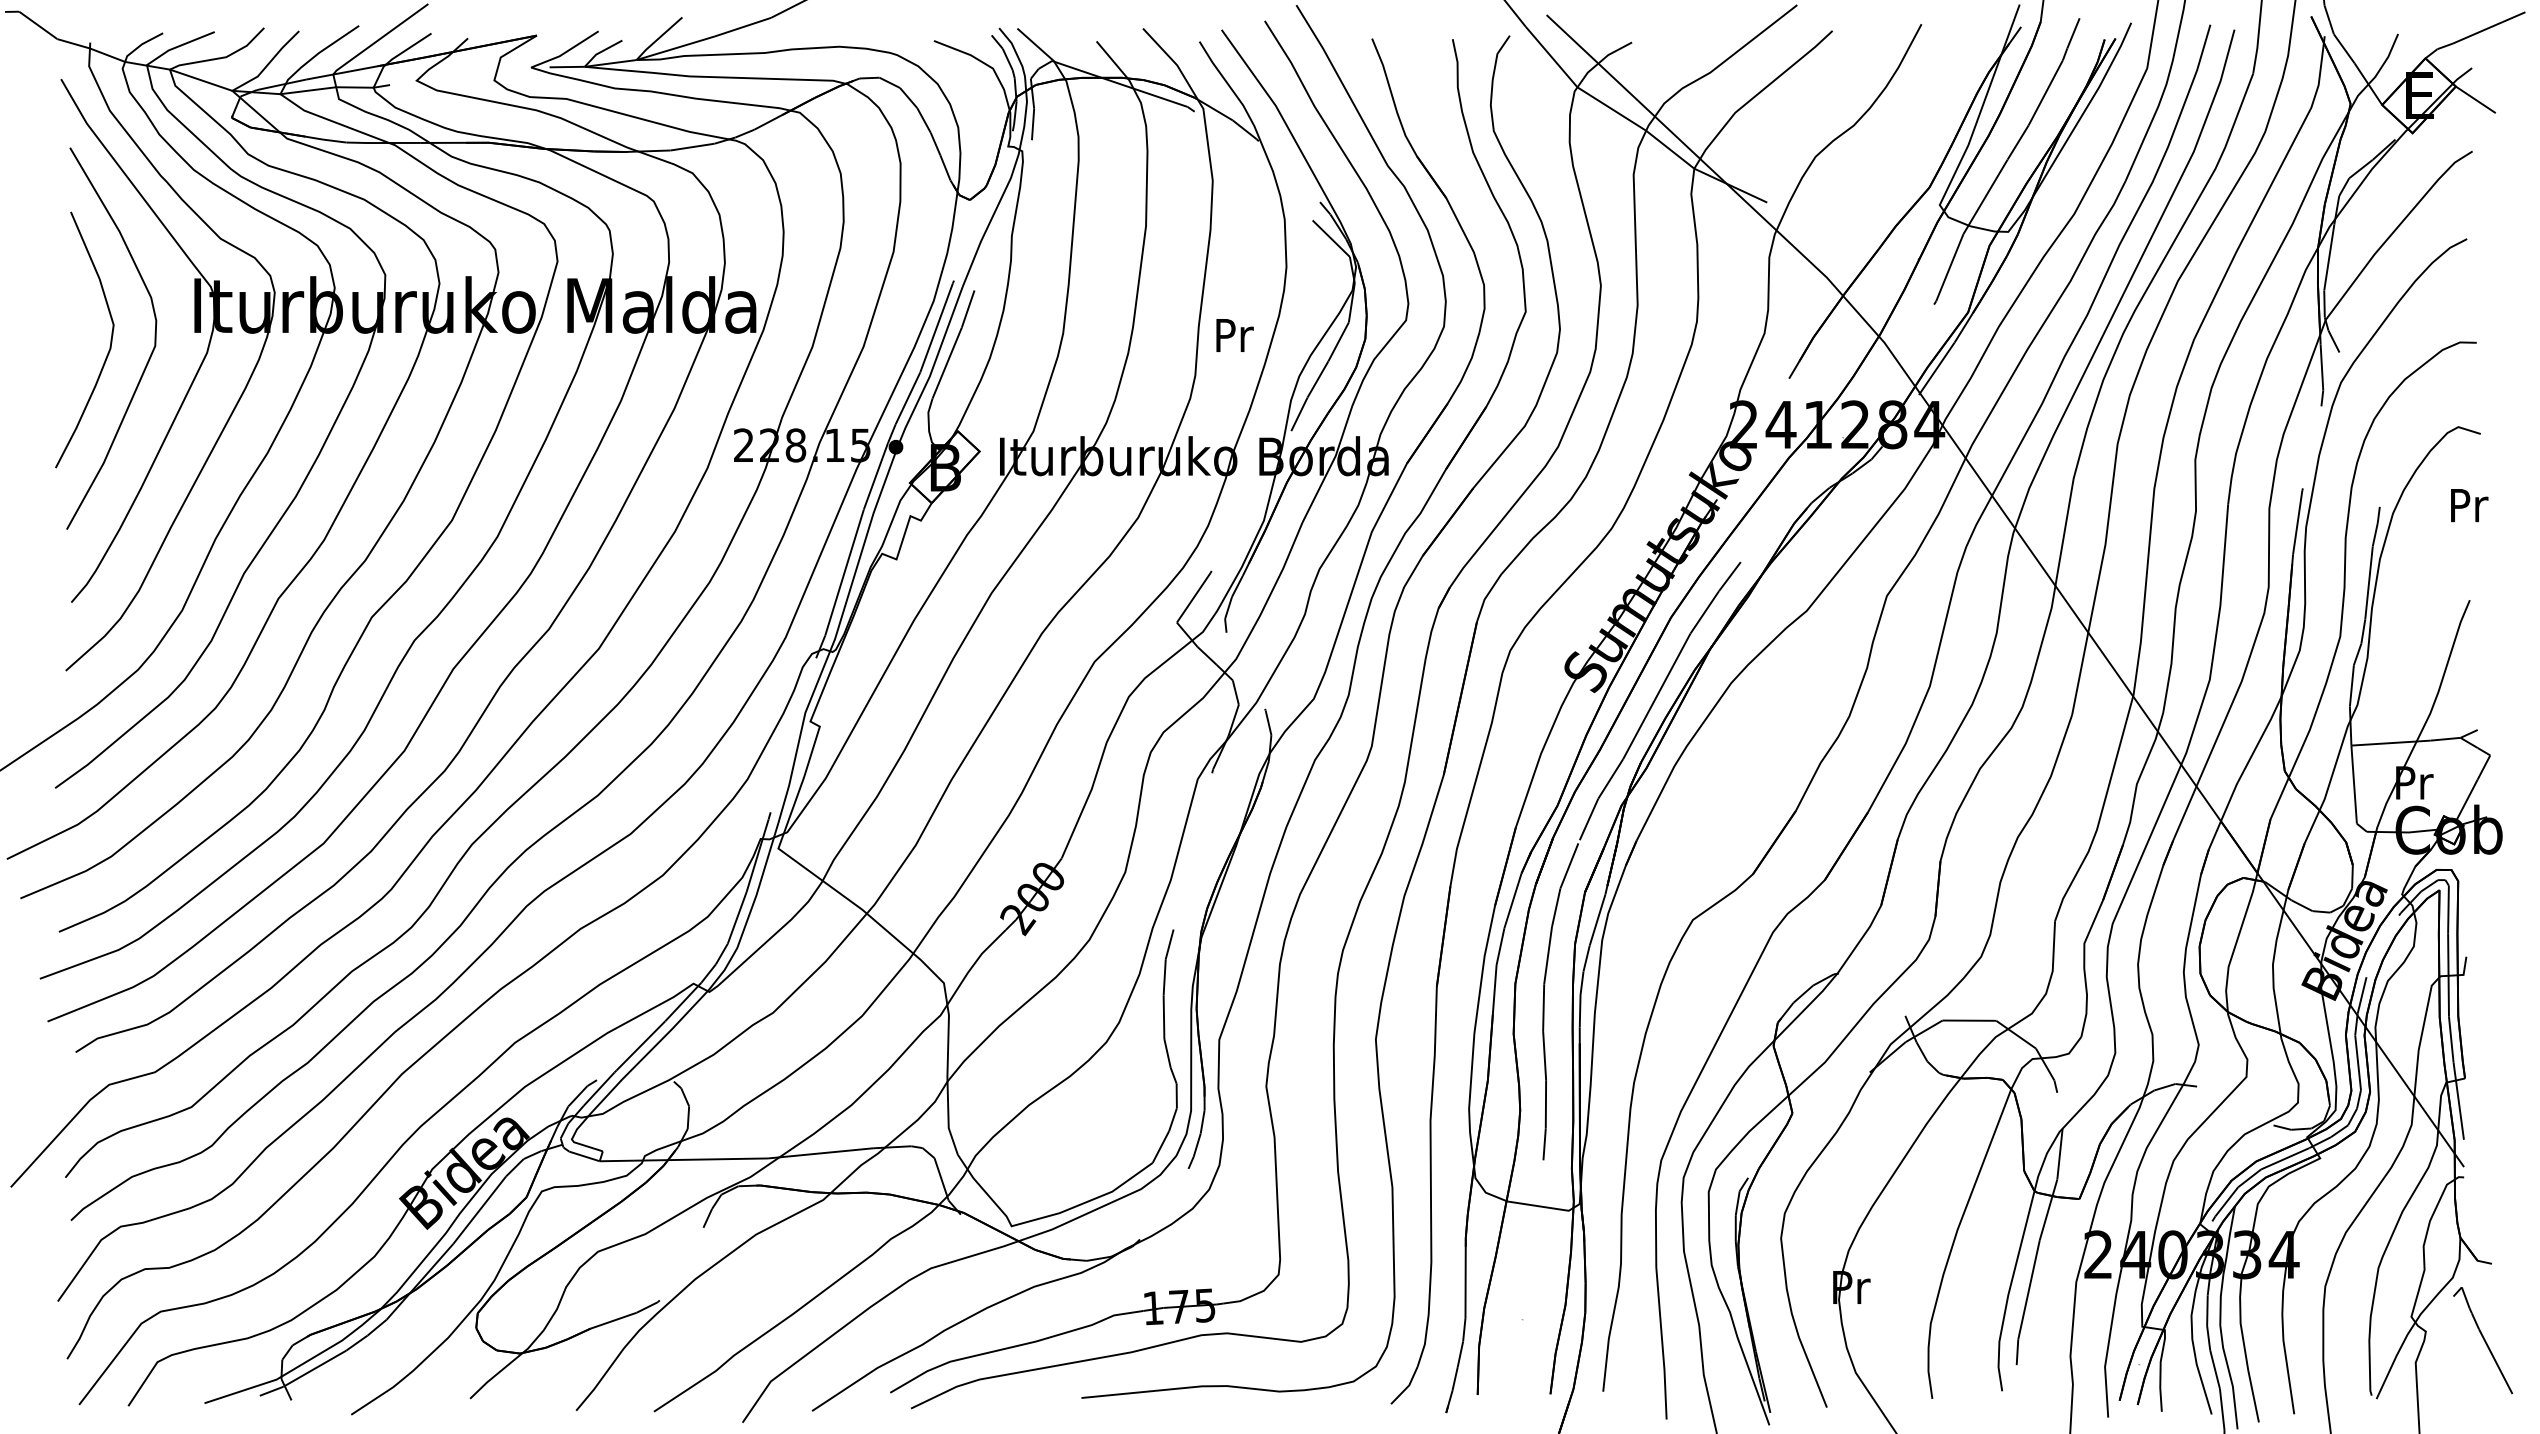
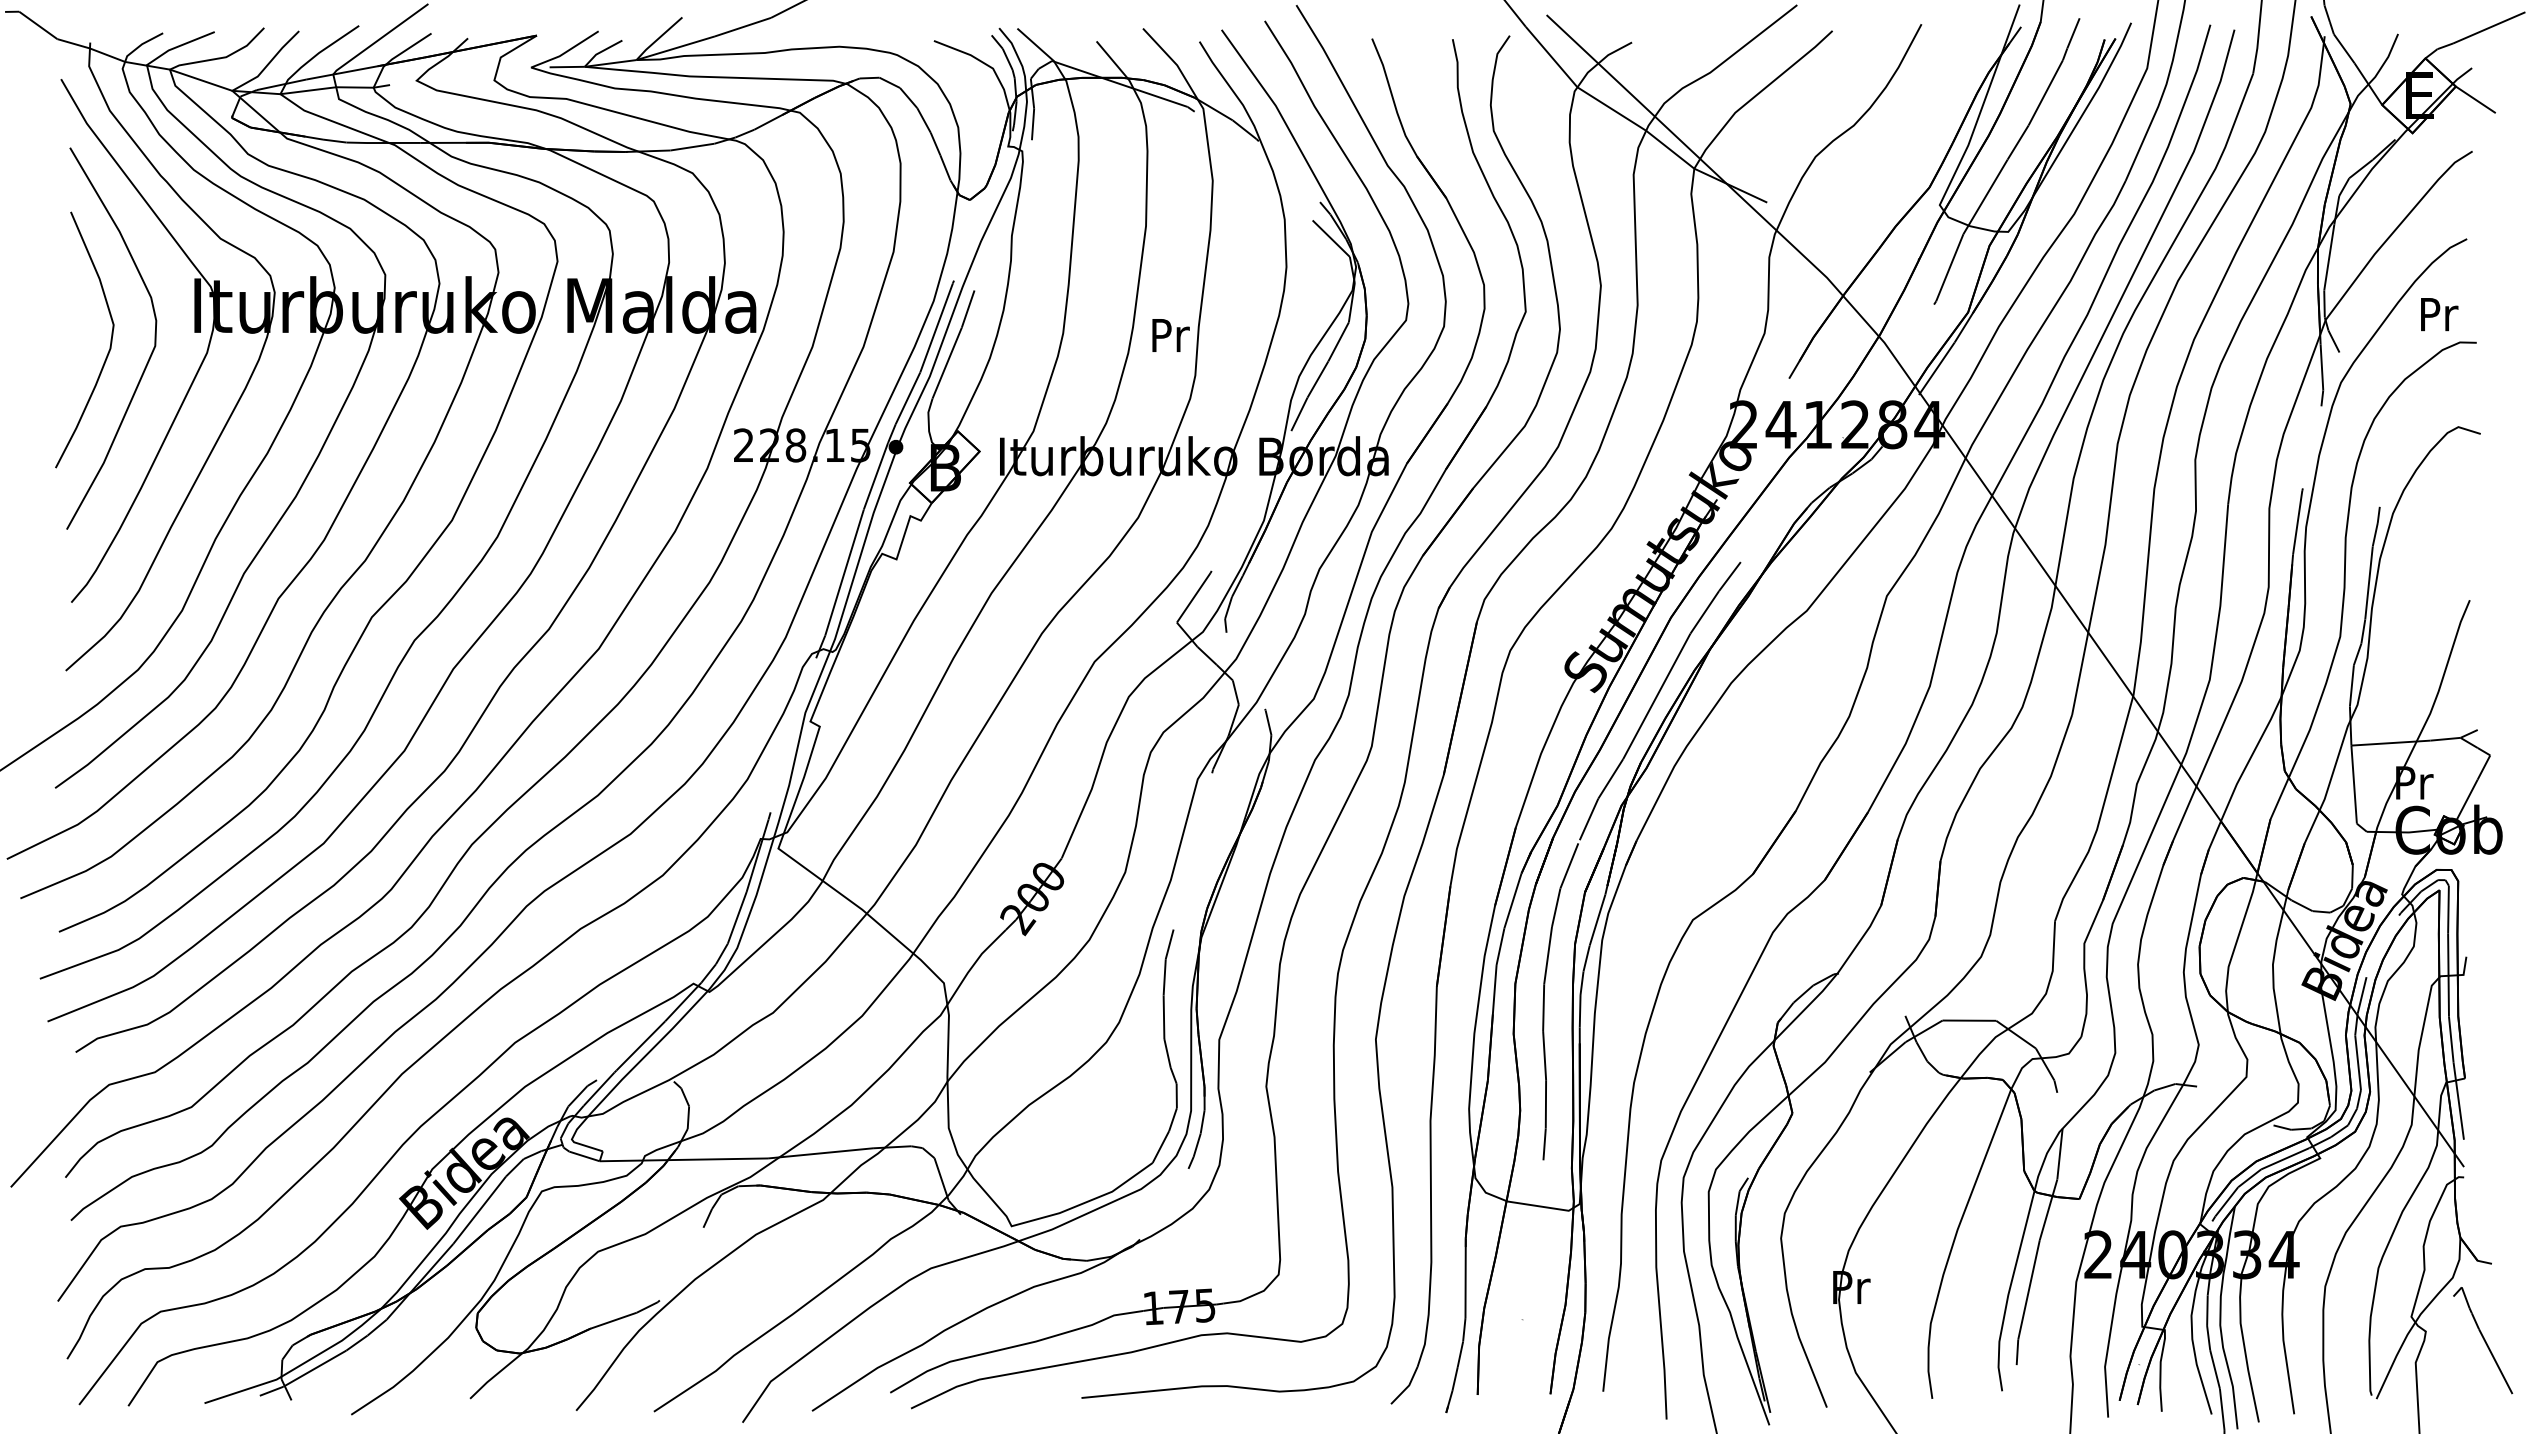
text at (1234, 335) position: (1234, 335) -> (1170, 335)
text at (2469, 505) position: (2469, 505) -> (2439, 314)
